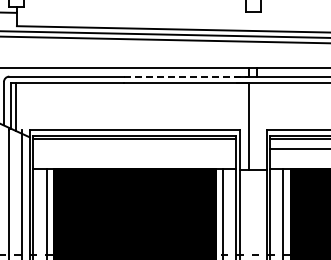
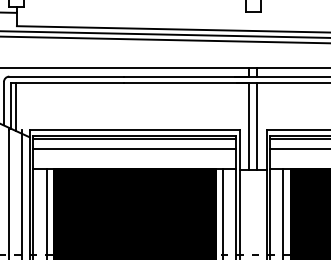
line at (186, 76): dashed -> solid
line at (256, 126): none -> present
line at (134, 148): none -> present
